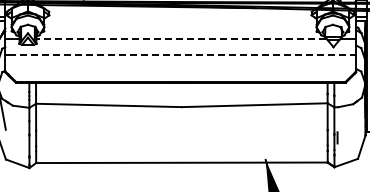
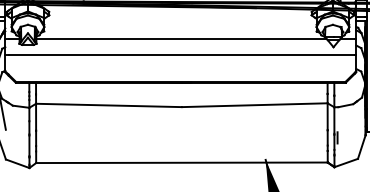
line at (180, 38): dashed -> solid
line at (182, 55): dashed -> solid
